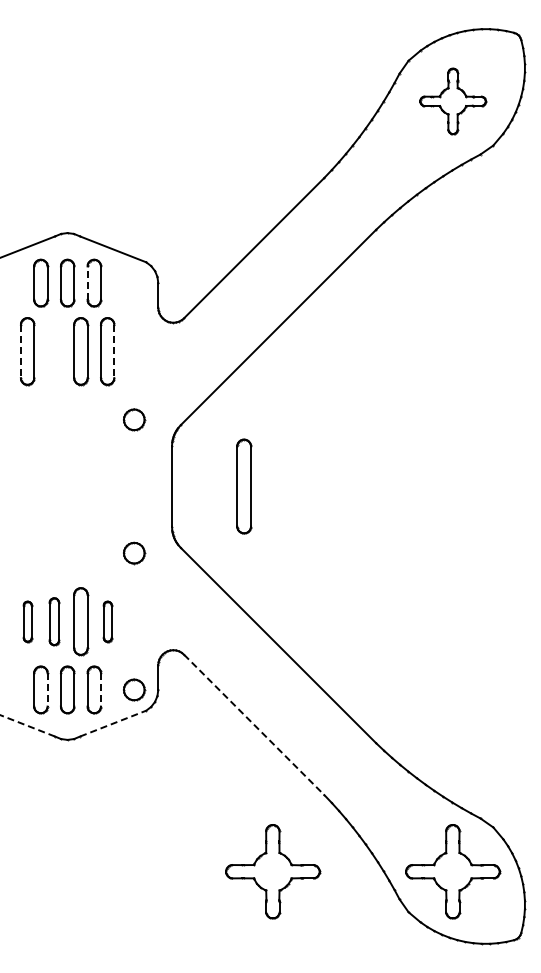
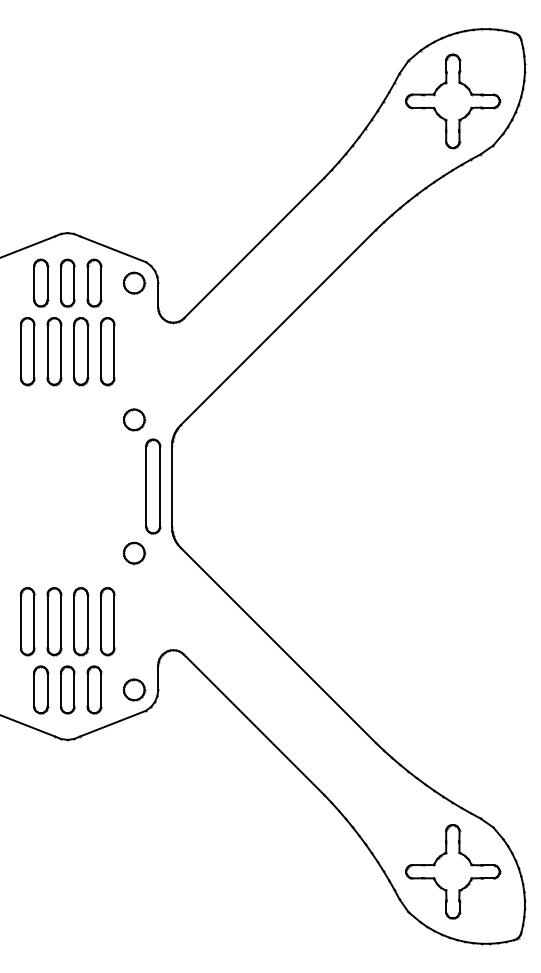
part at (453, 101) size: 69x69 px -> 97x97 px
part at (134, 282): none -> present
line at (87, 283): dashed -> solid
line at (20, 351): dashed -> solid
part at (54, 351): none -> present
line at (114, 351): dashed -> solid
part at (244, 486) position: (244, 486) -> (153, 486)
part at (27, 621) size: 12x44 px -> 16x70 px
part at (54, 621) size: 13x50 px -> 17x70 px
part at (107, 621) size: 12x44 px -> 16x70 px
line at (47, 689): dashed -> solid
line at (100, 689): dashed -> solid
line at (113, 723): dashed -> solid
line at (27, 725): dashed -> solid
line at (254, 725): dashed -> solid
part at (273, 871): present -> none
